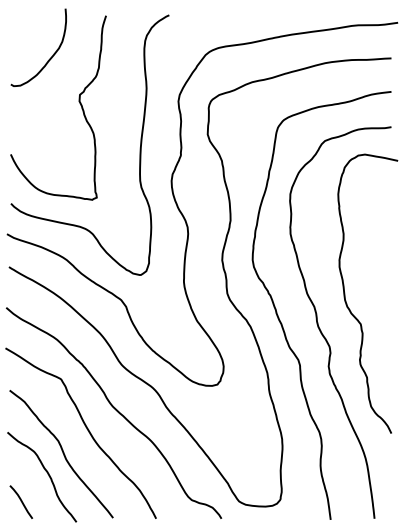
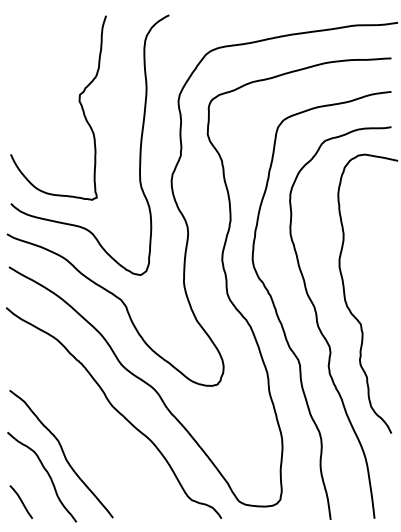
curve at (49, 58): present -> none
curve at (86, 429): present -> none
